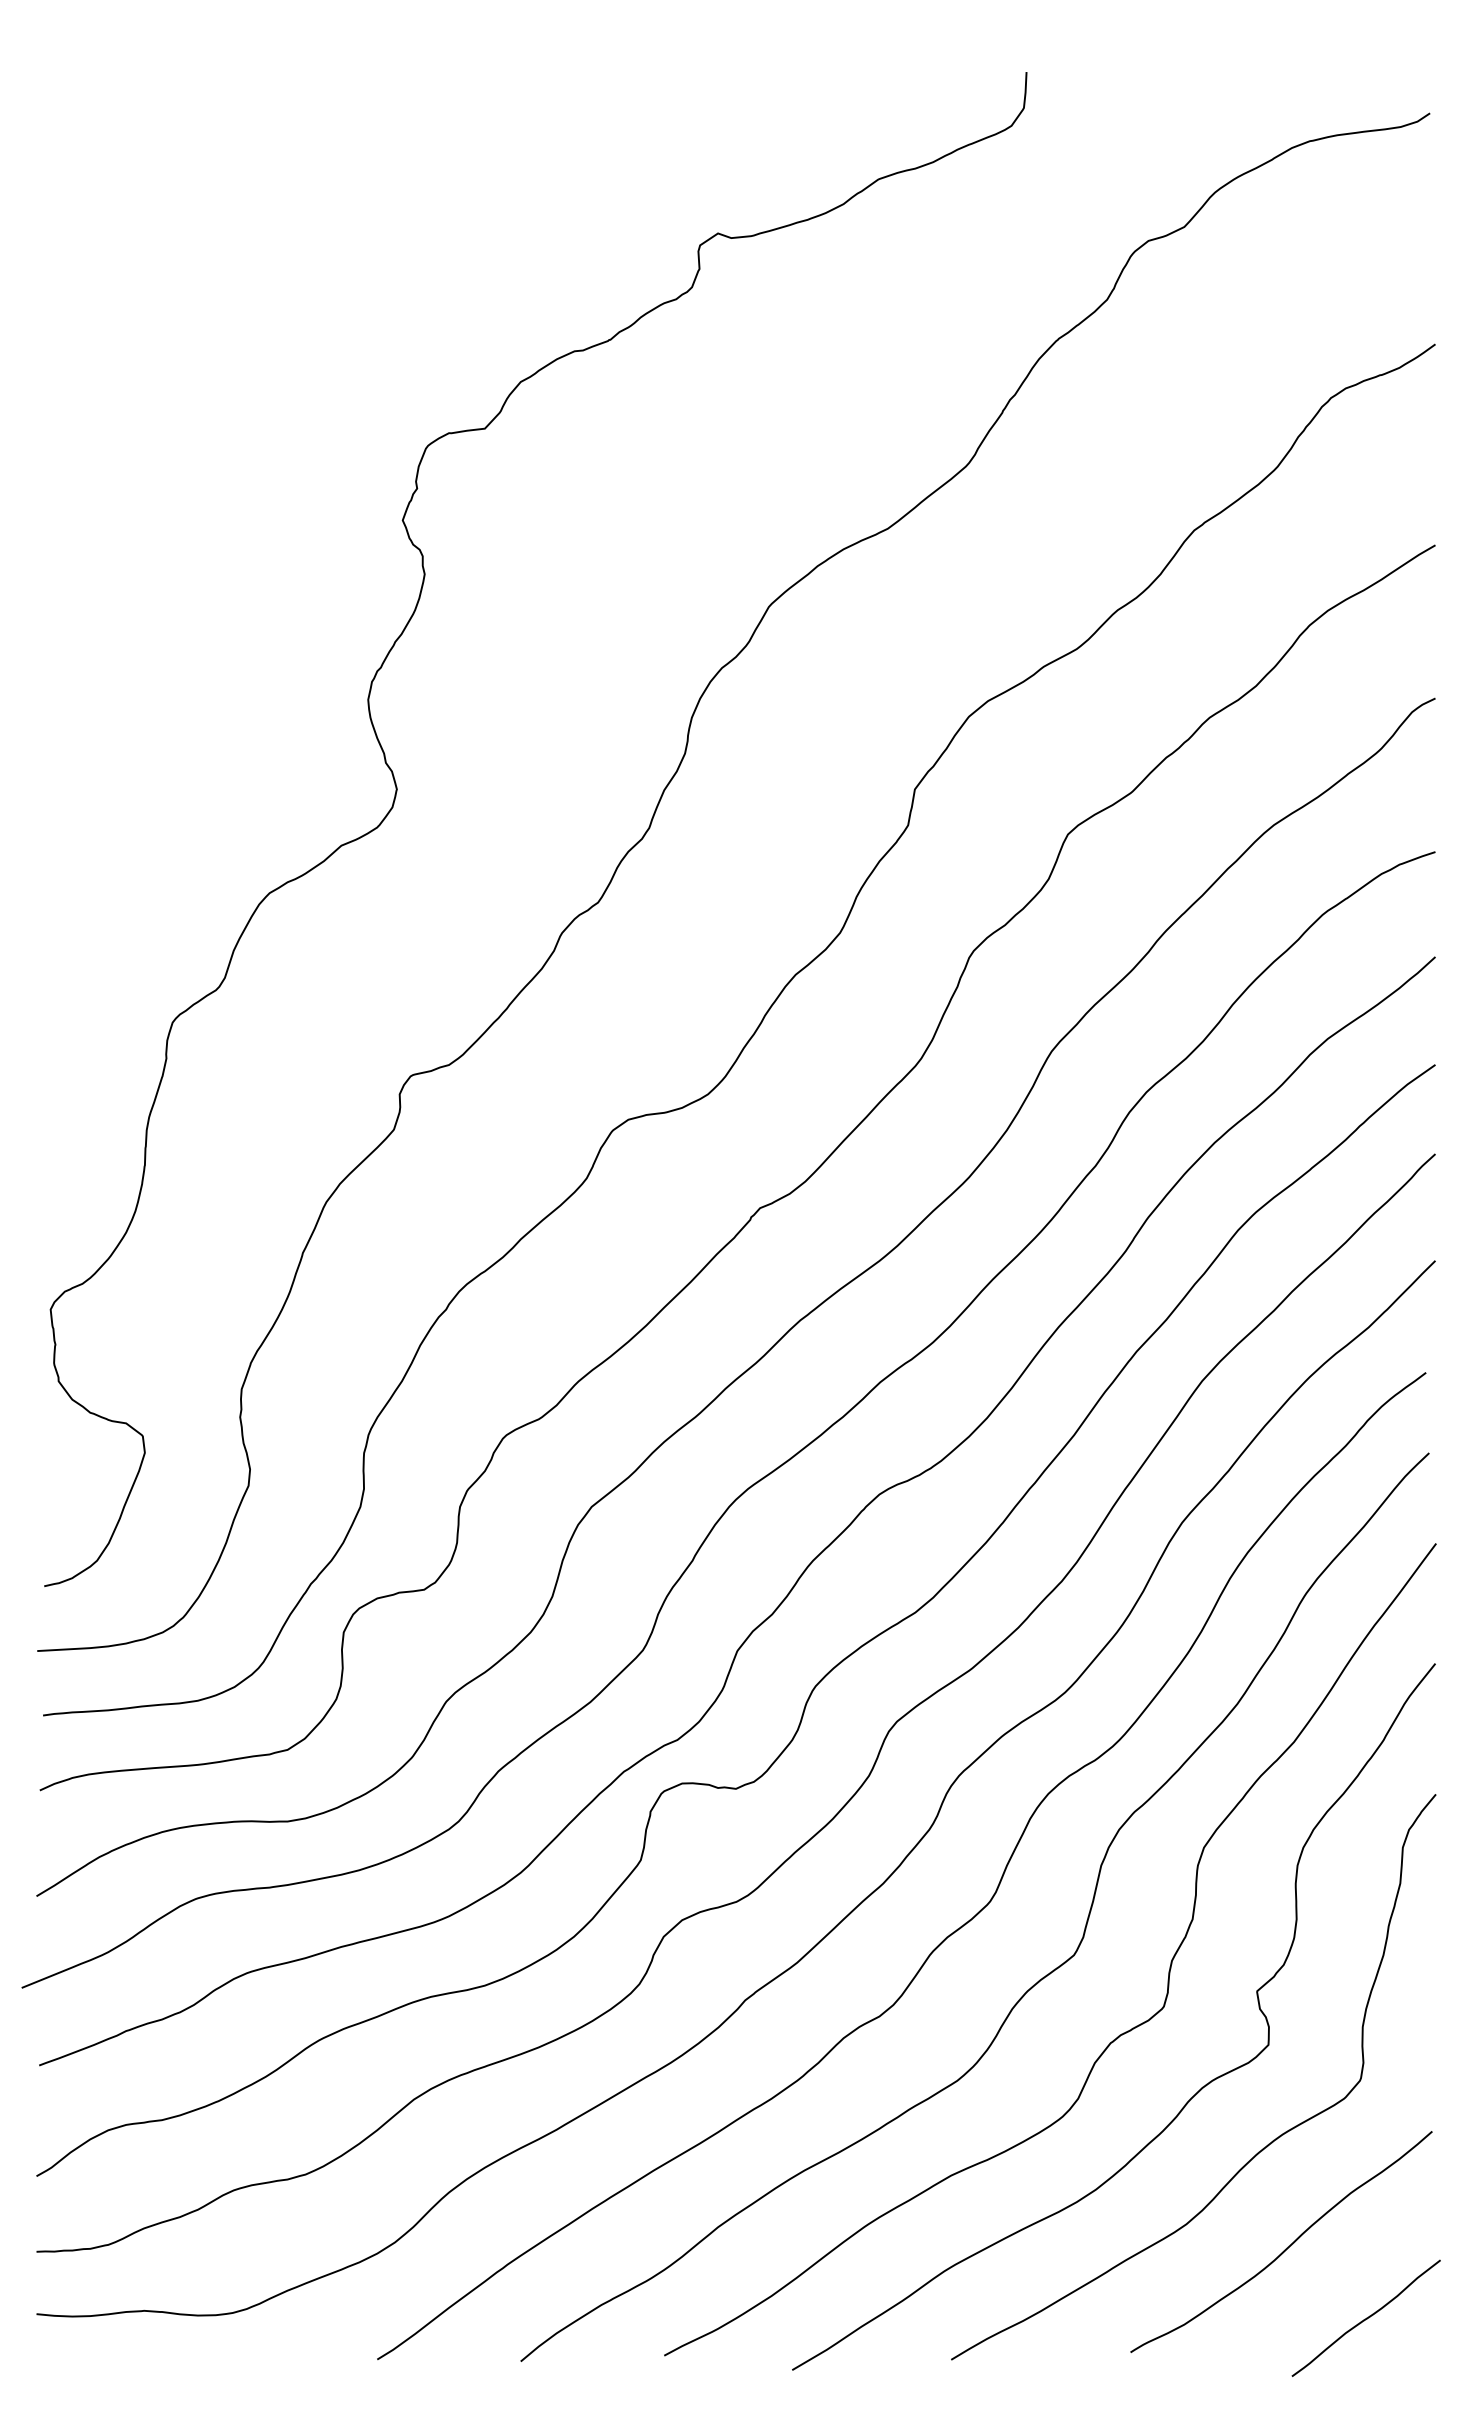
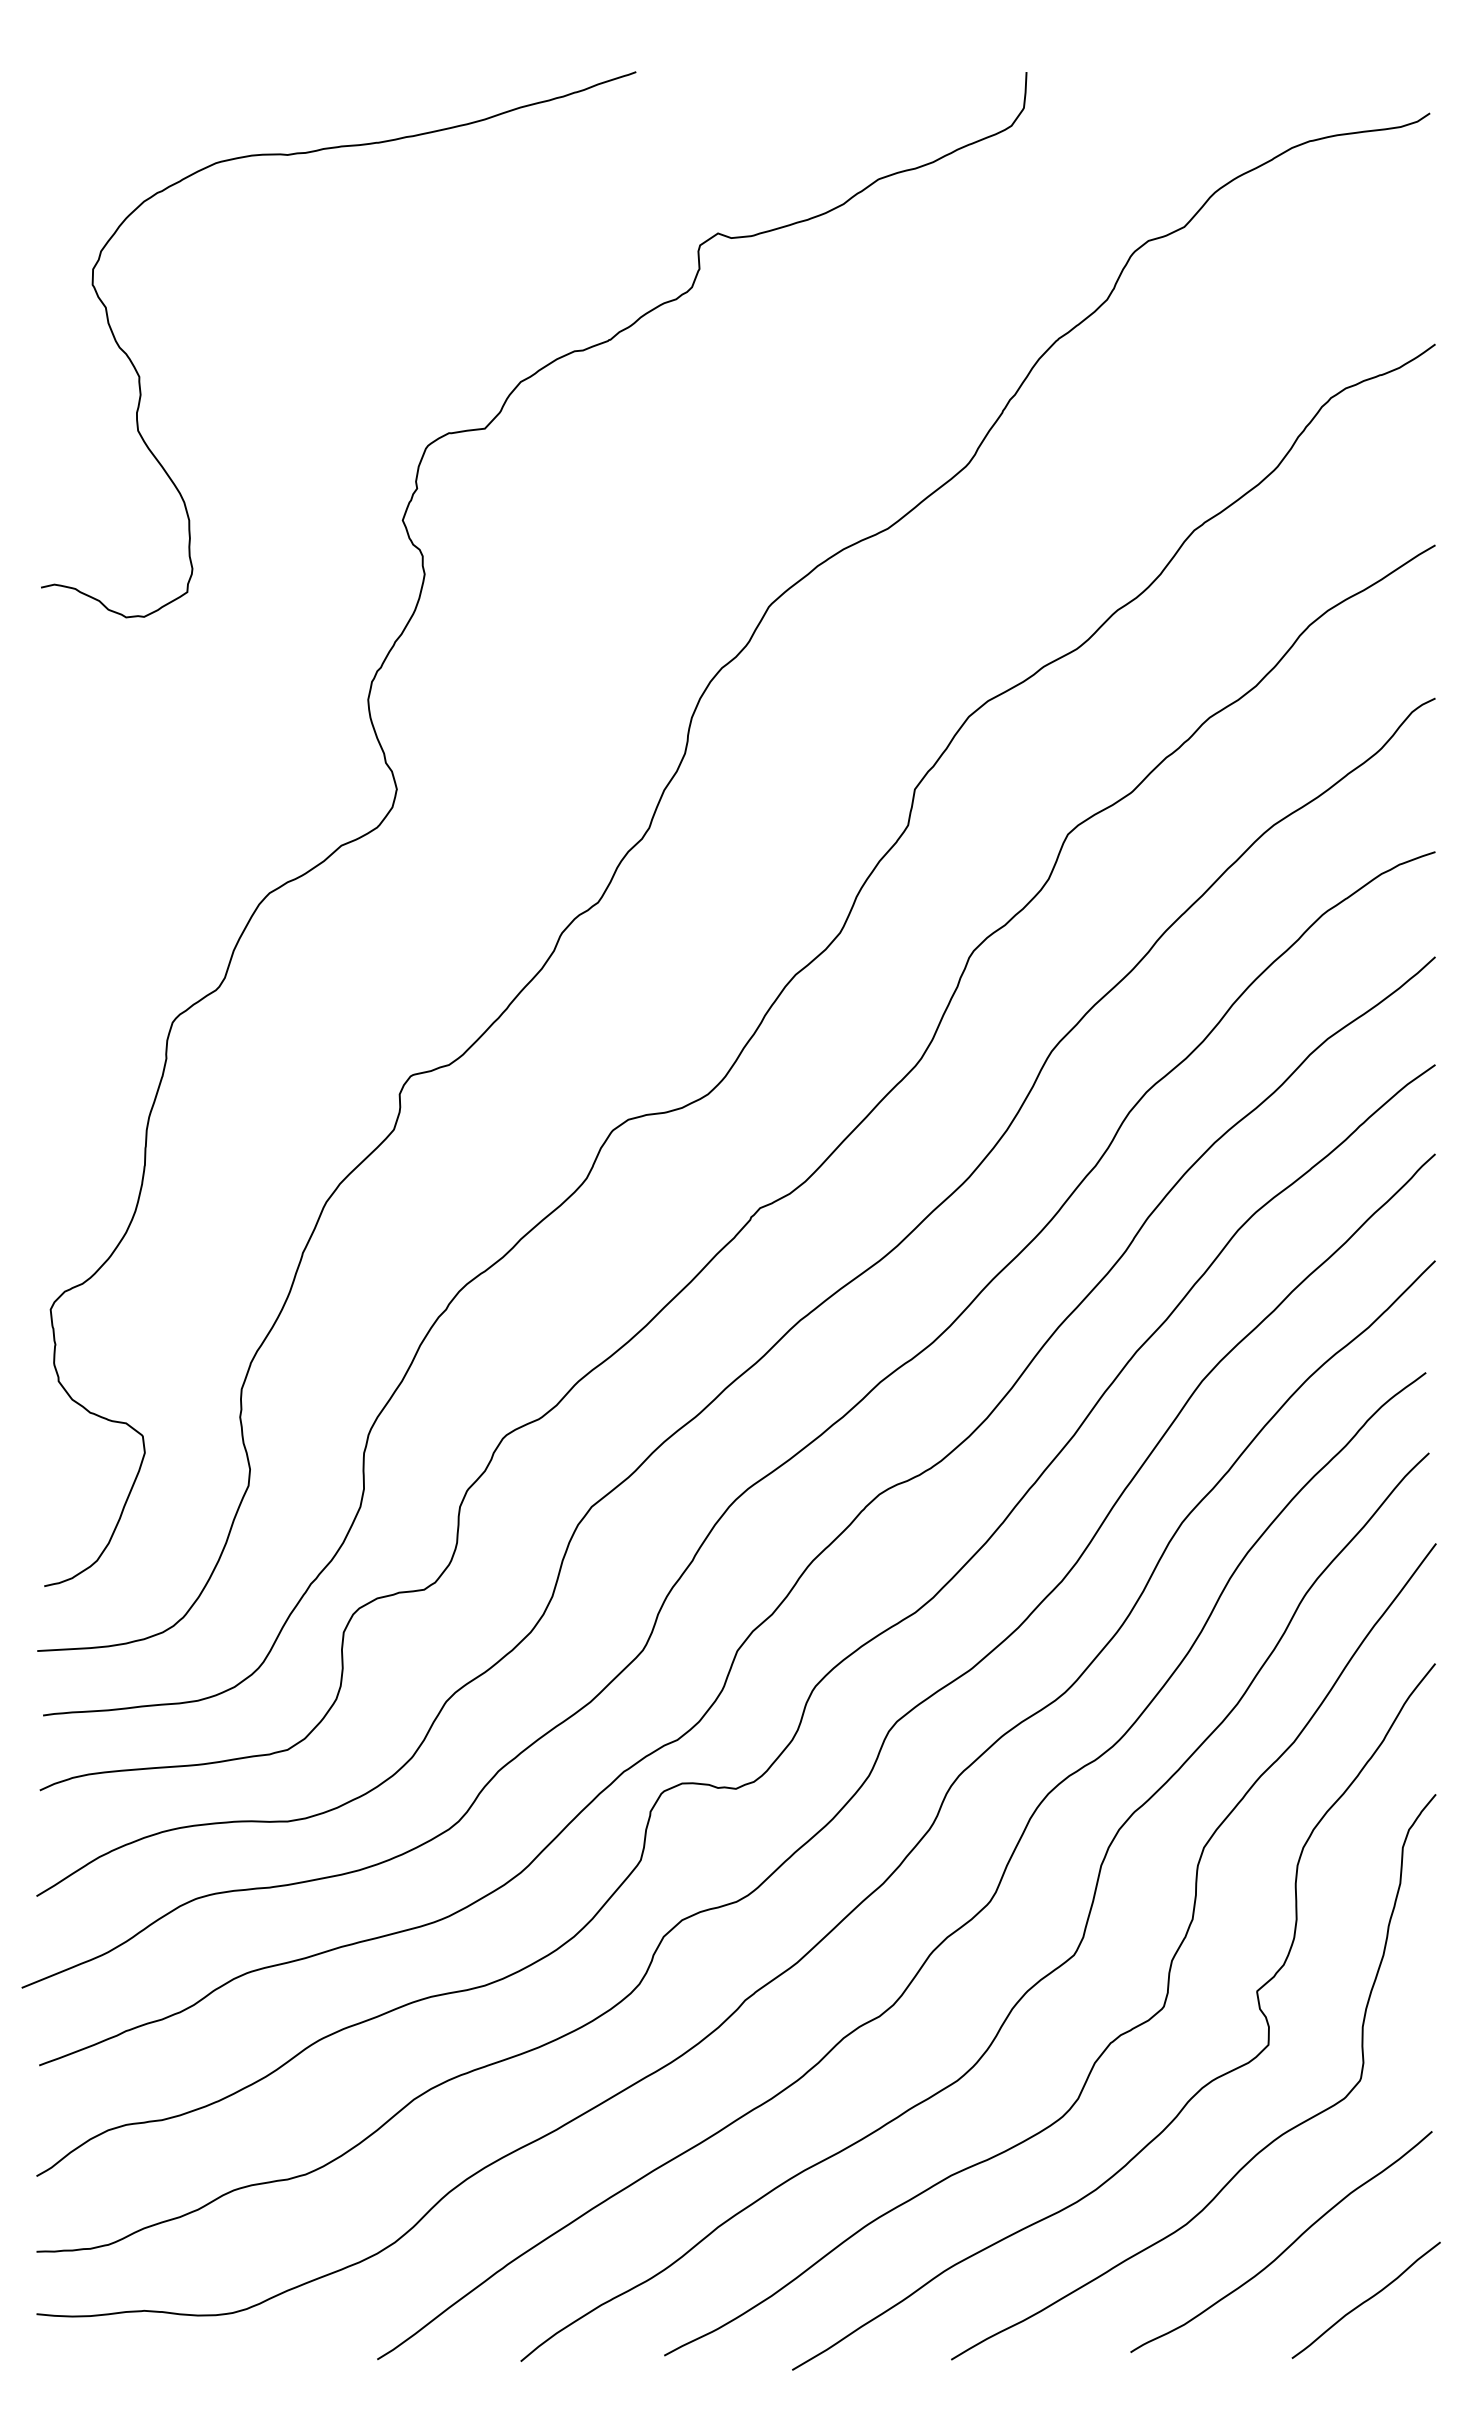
curve at (309, 153): none -> present
curve at (1366, 2317) position: (1366, 2317) -> (1366, 2299)
